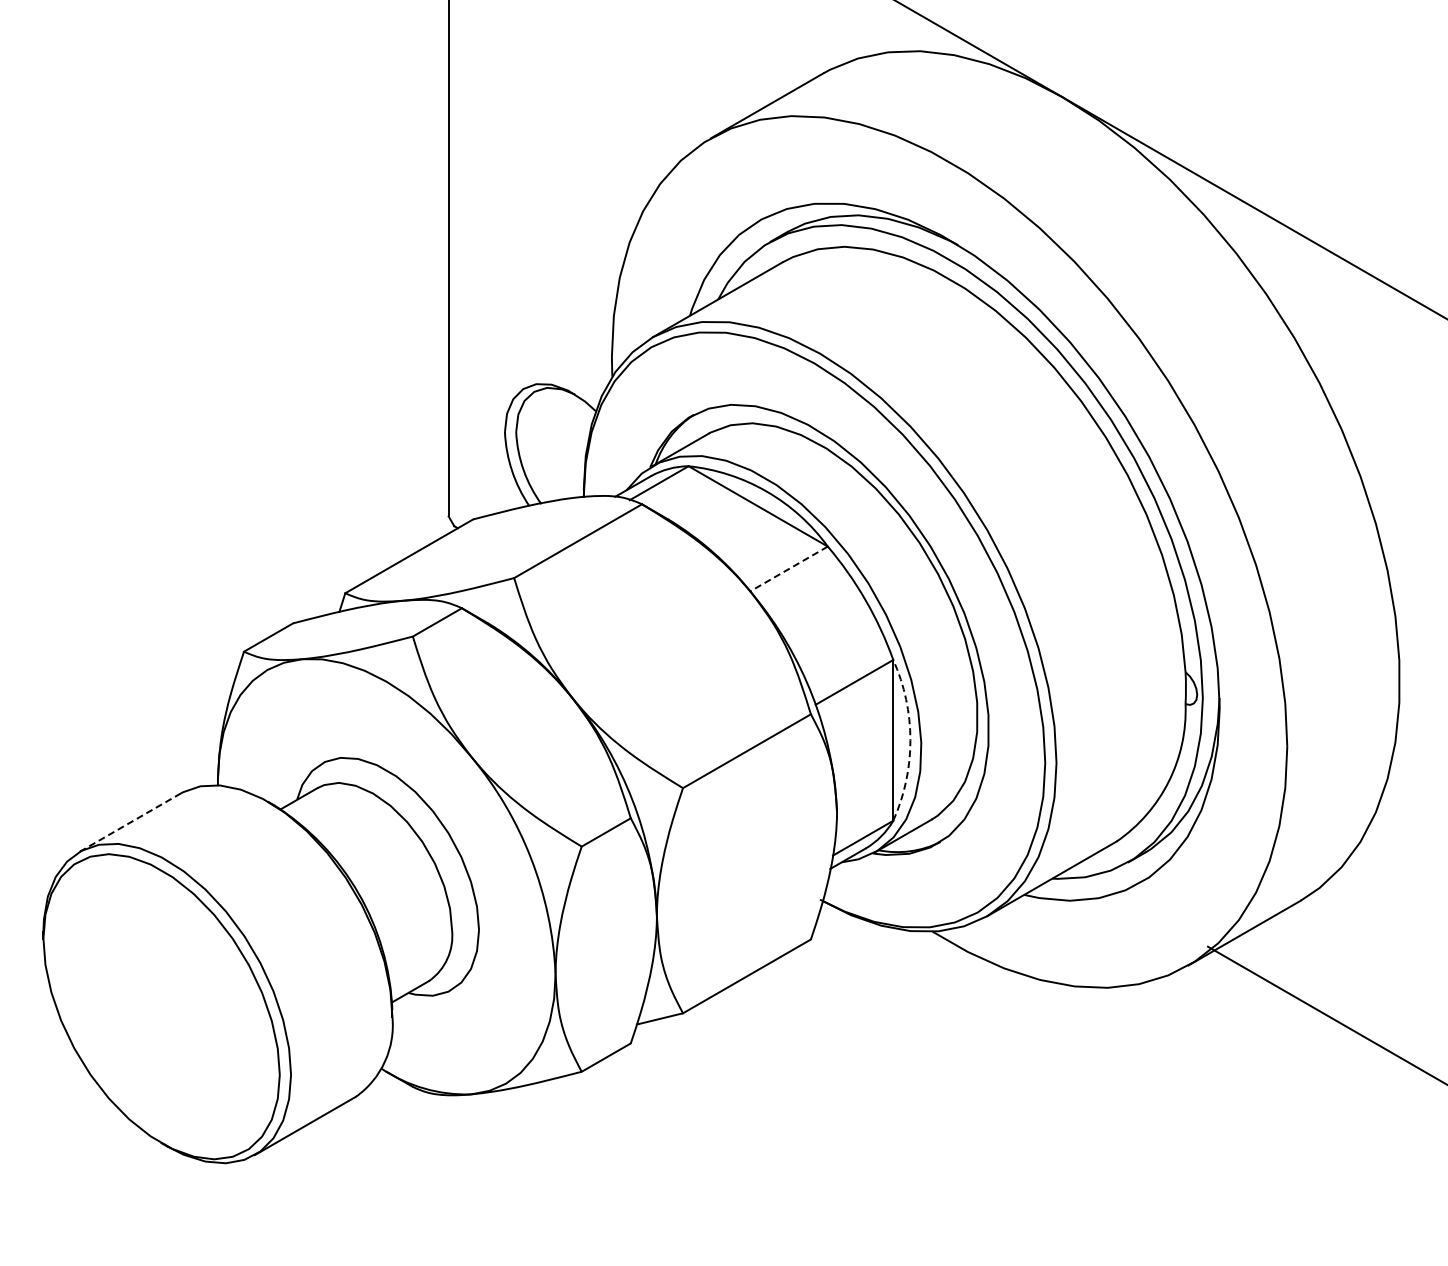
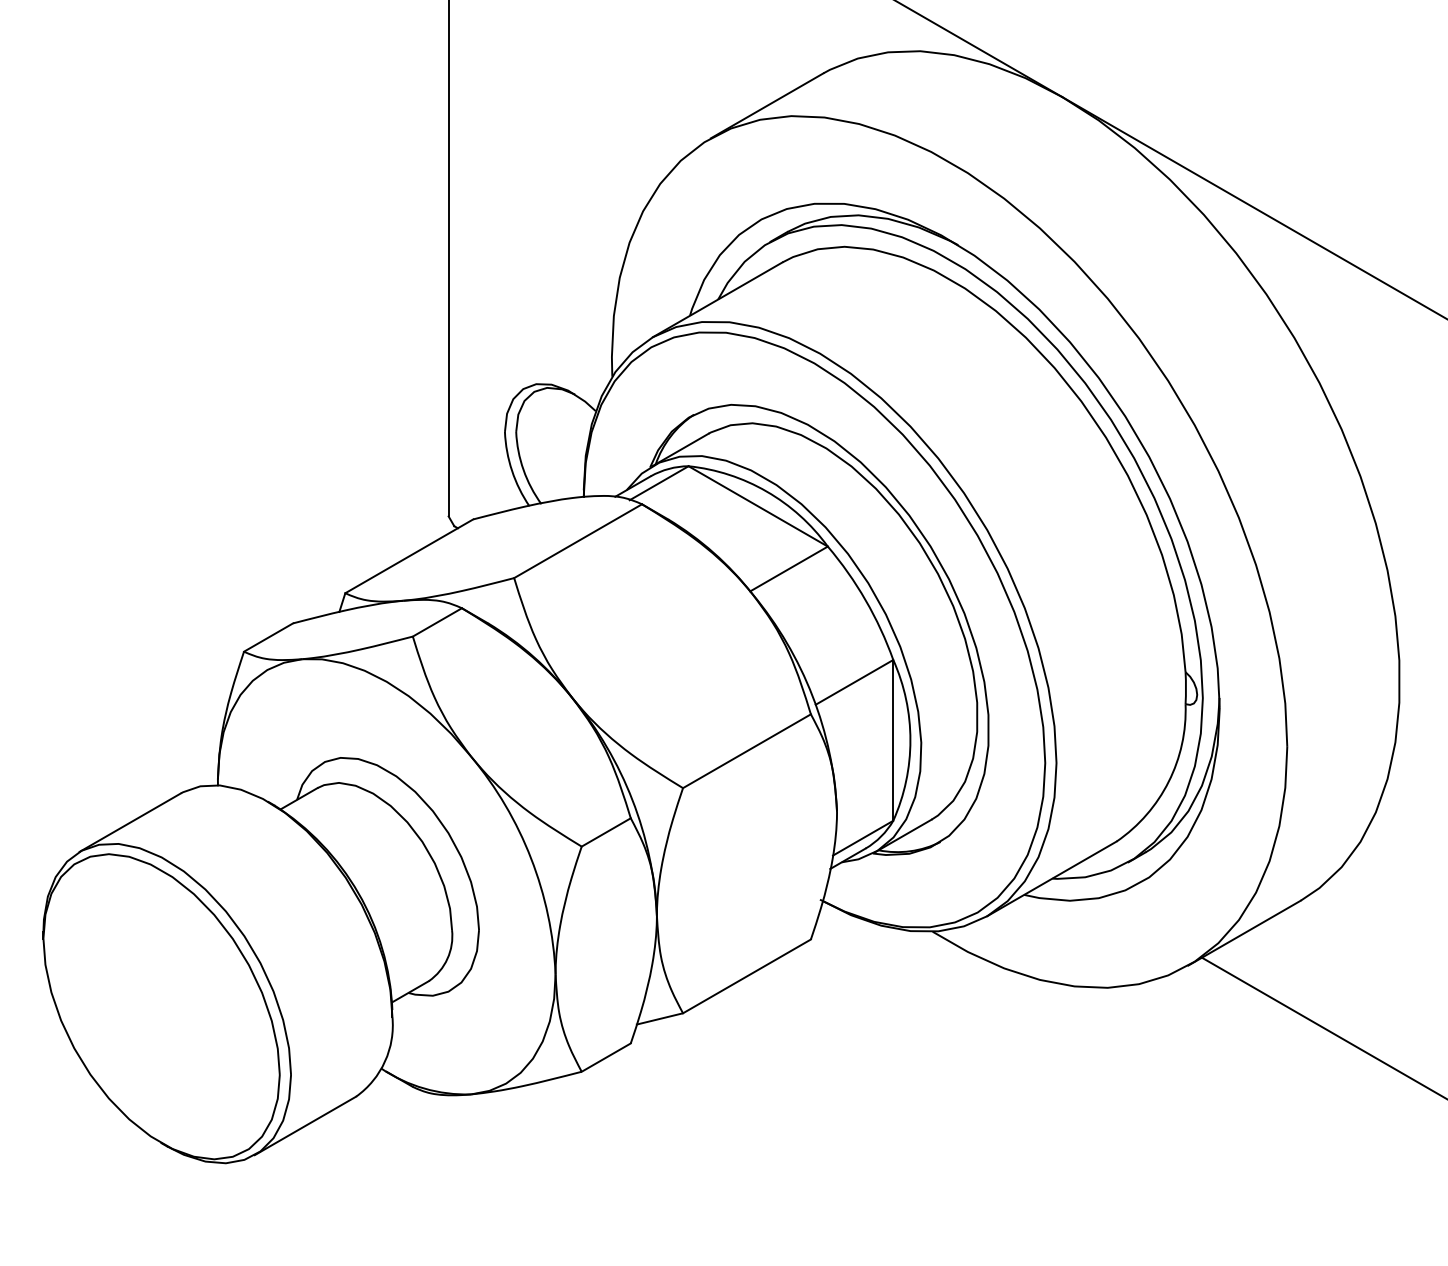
line at (789, 568): dashed -> solid
arc at (910, 740): dashed -> solid
line at (129, 822): dashed -> solid
line at (1325, 1014) position: (1325, 1014) -> (1322, 1027)
